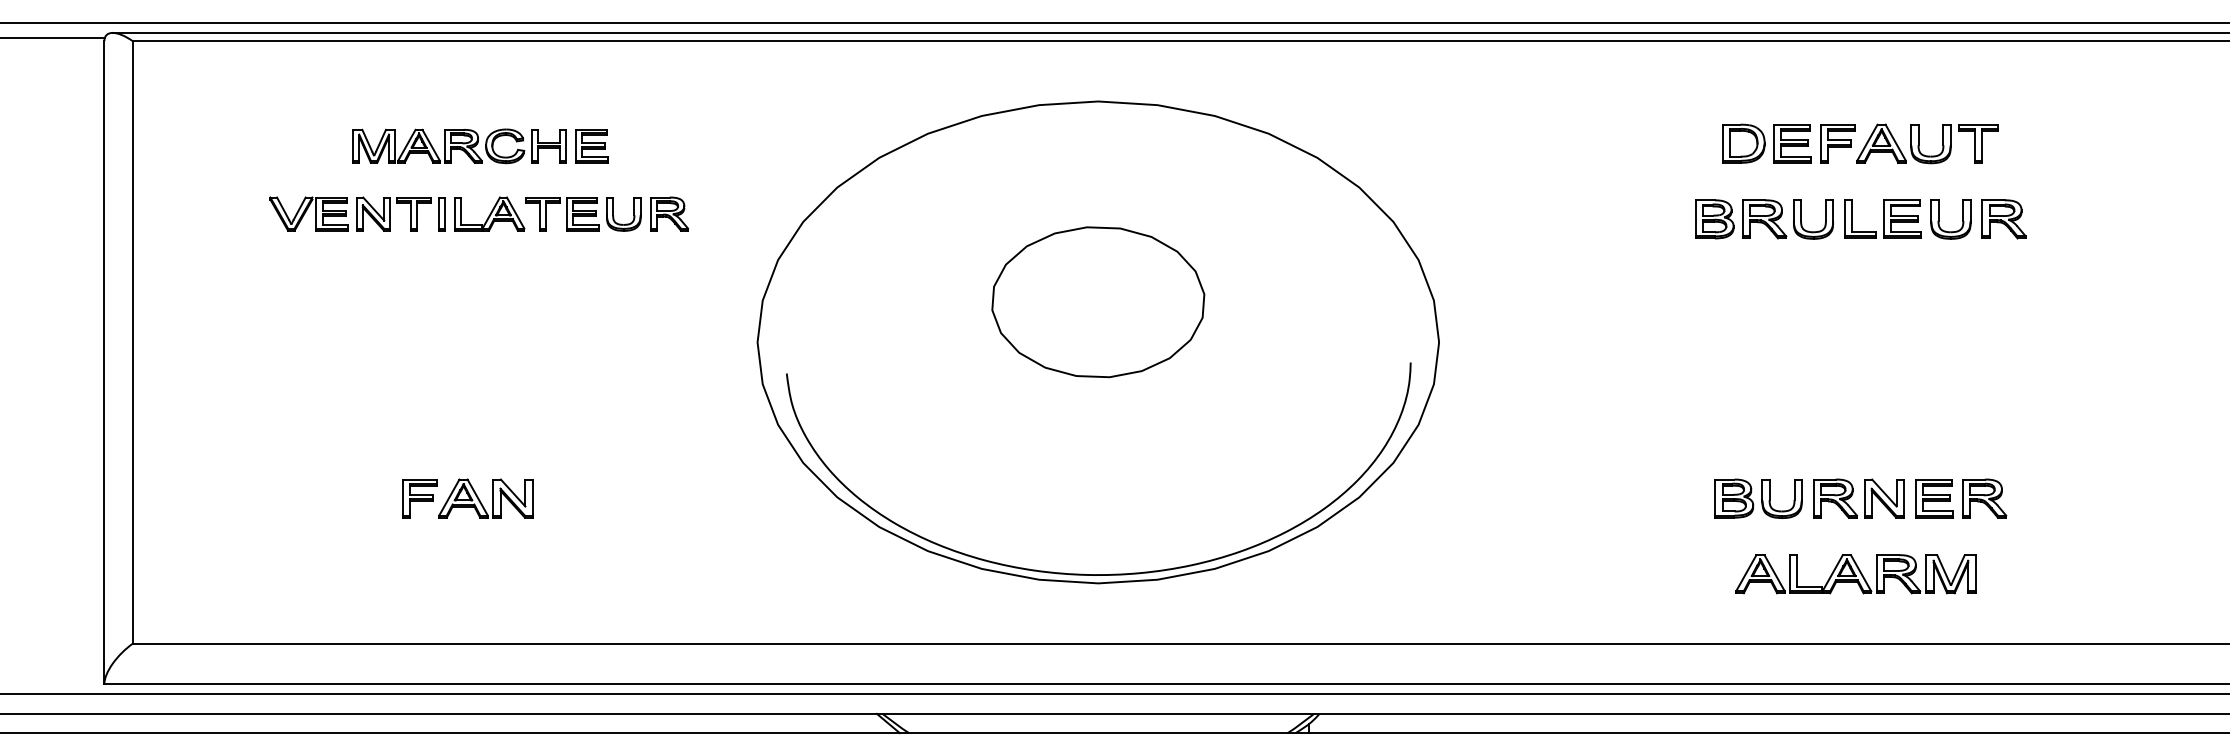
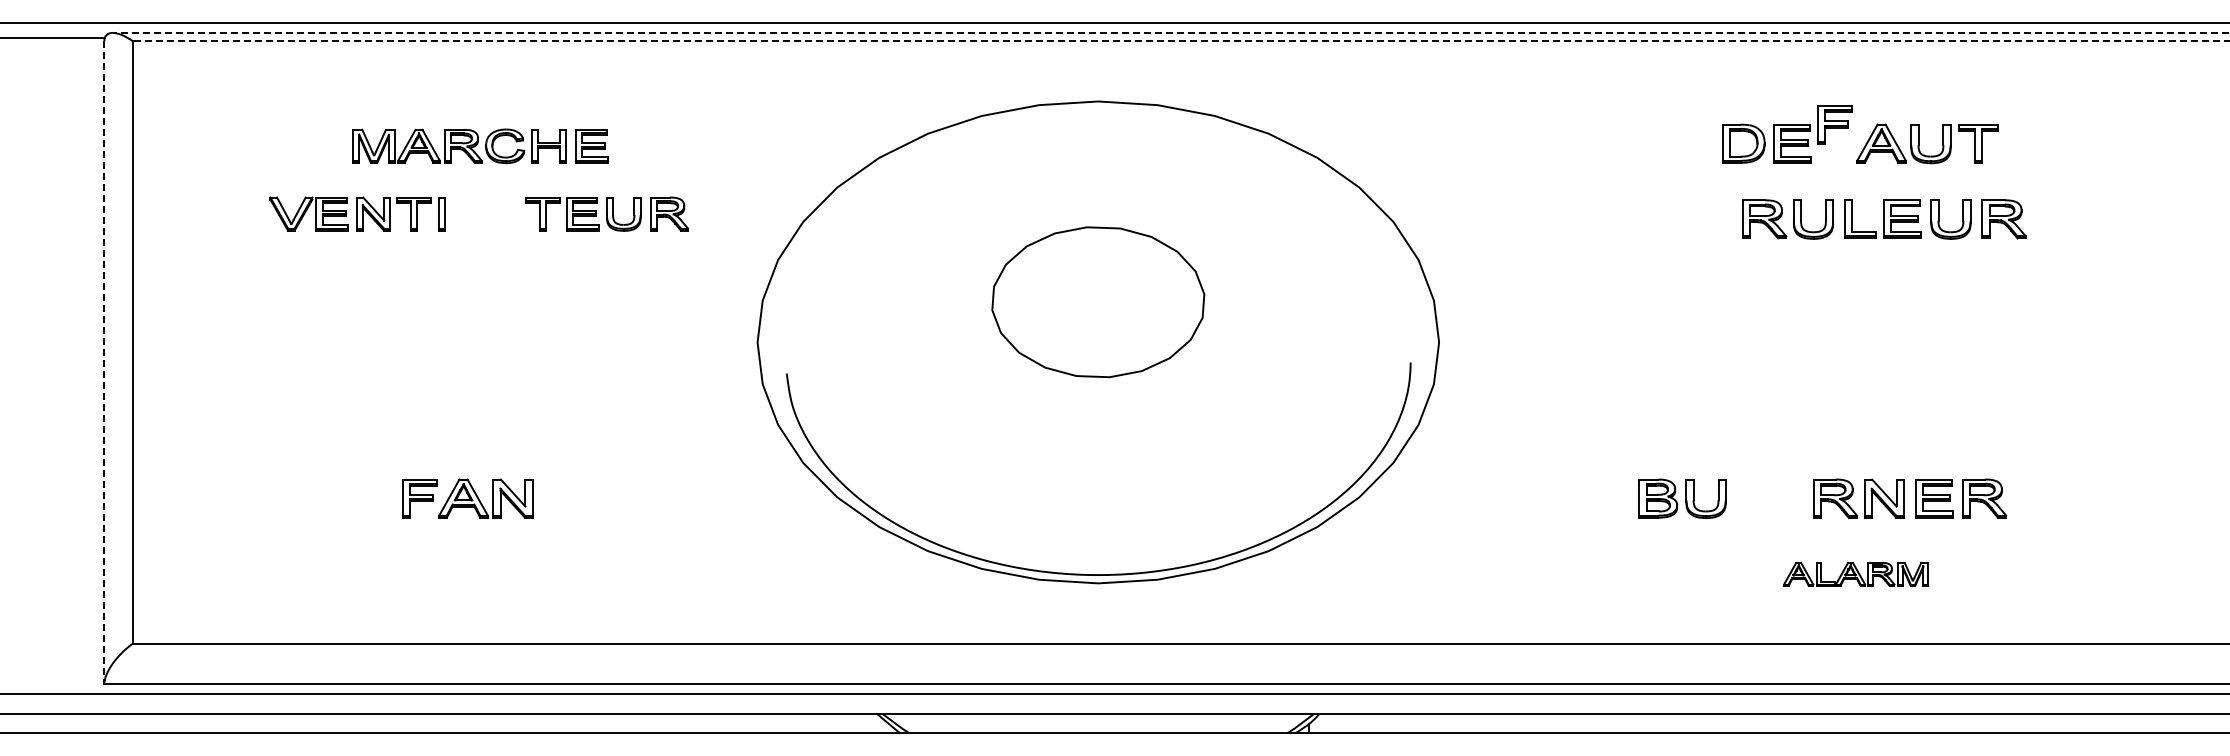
line at (1170, 32): solid -> dashed
line at (1181, 41): solid -> dashed
part at (1837, 143) position: (1837, 143) -> (1834, 124)
part at (489, 213): present -> none
part at (1714, 219): present -> none
line at (104, 363): solid -> dashed
part at (1758, 498) position: (1758, 498) -> (1682, 498)
part at (1855, 574) size: 242x41 px -> 146x26 px
